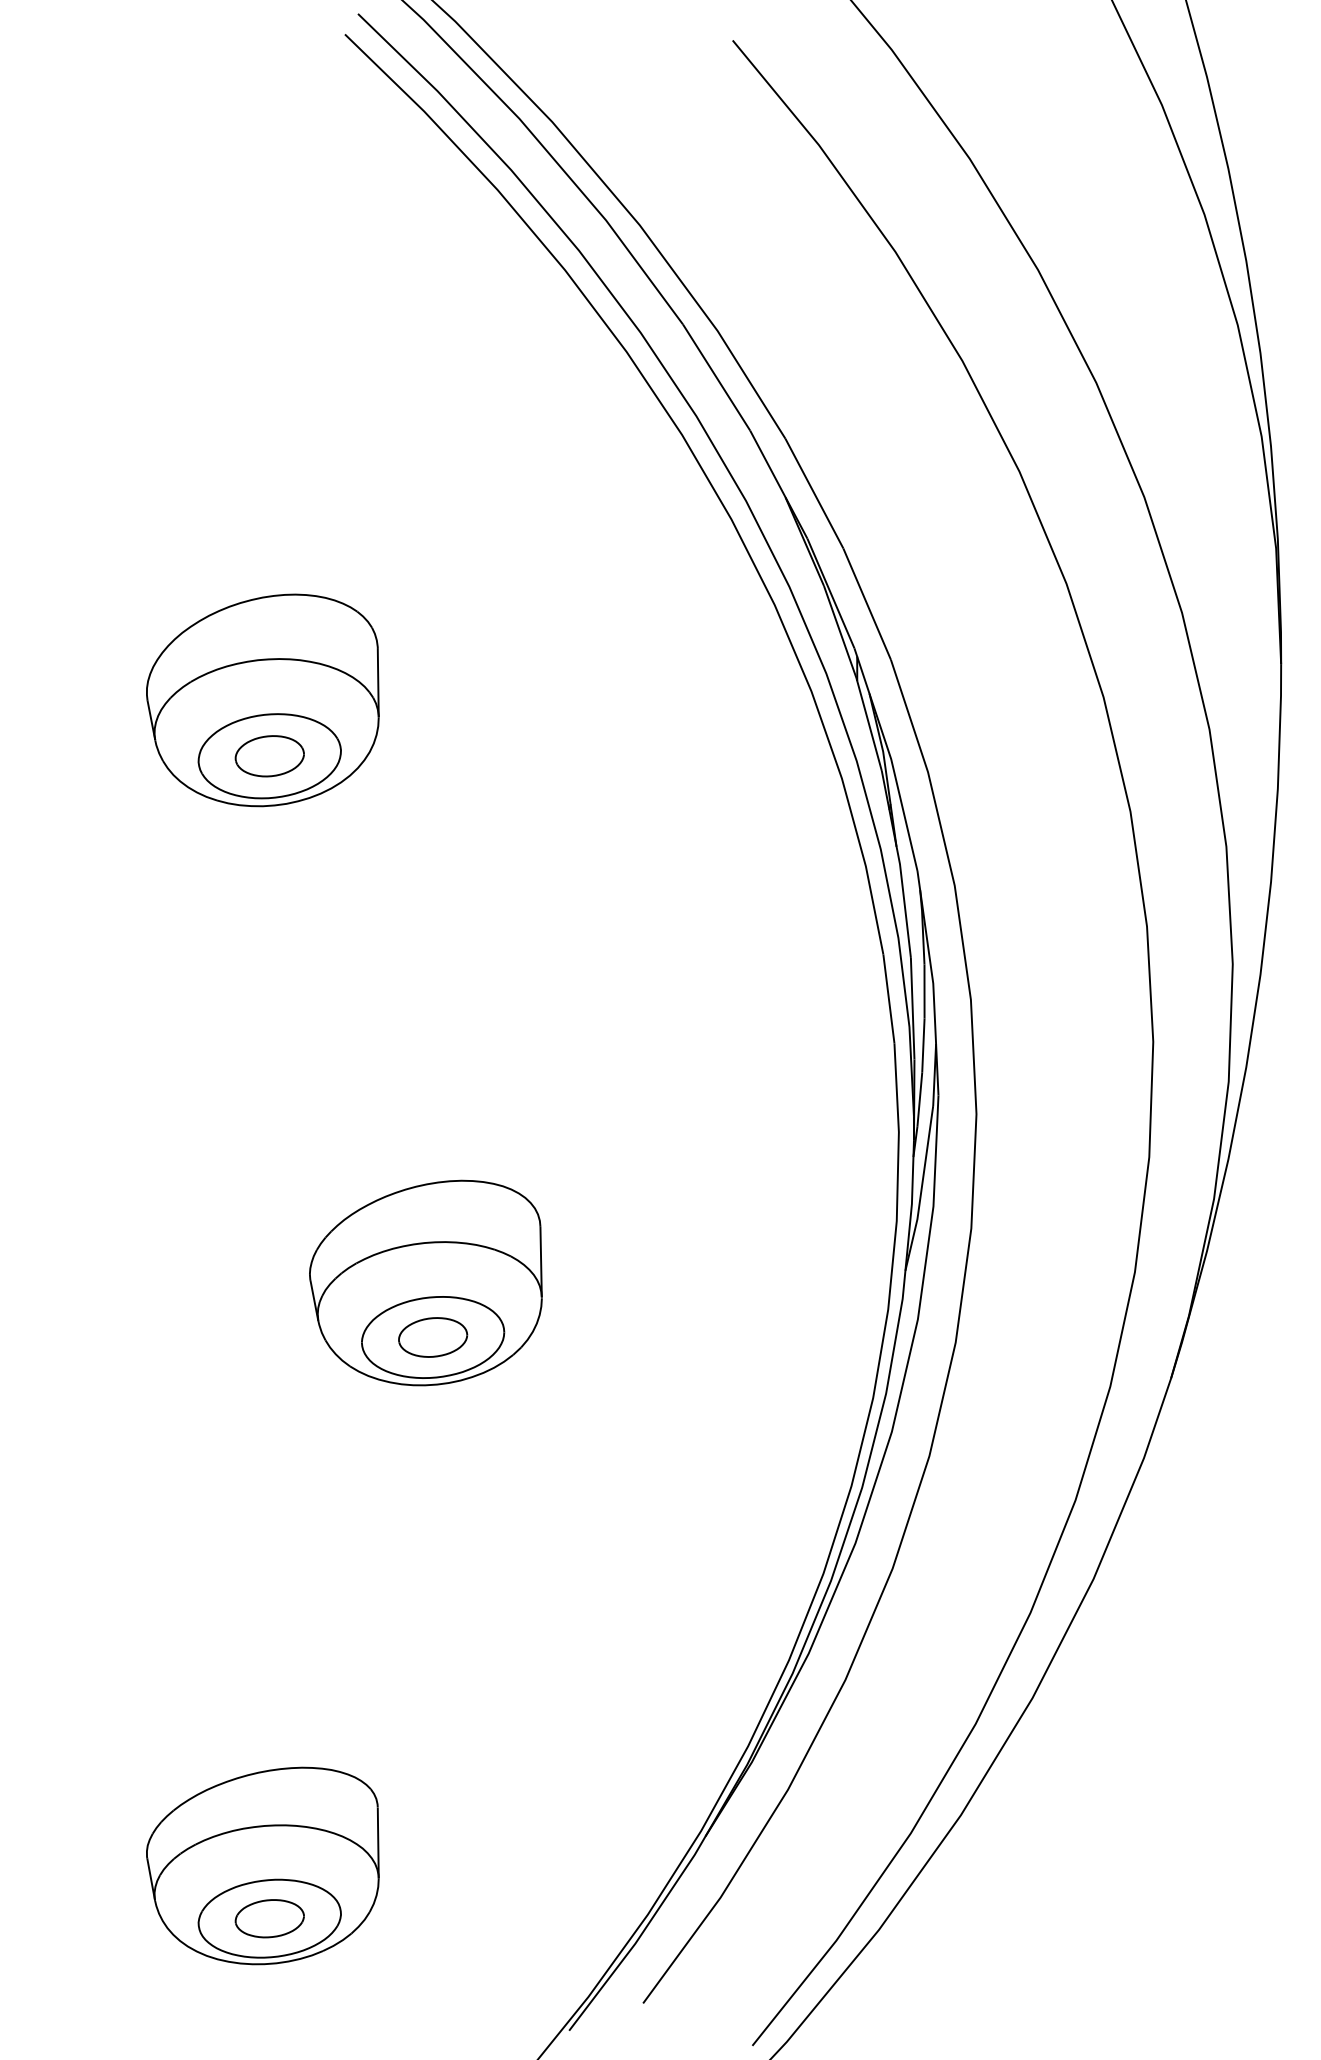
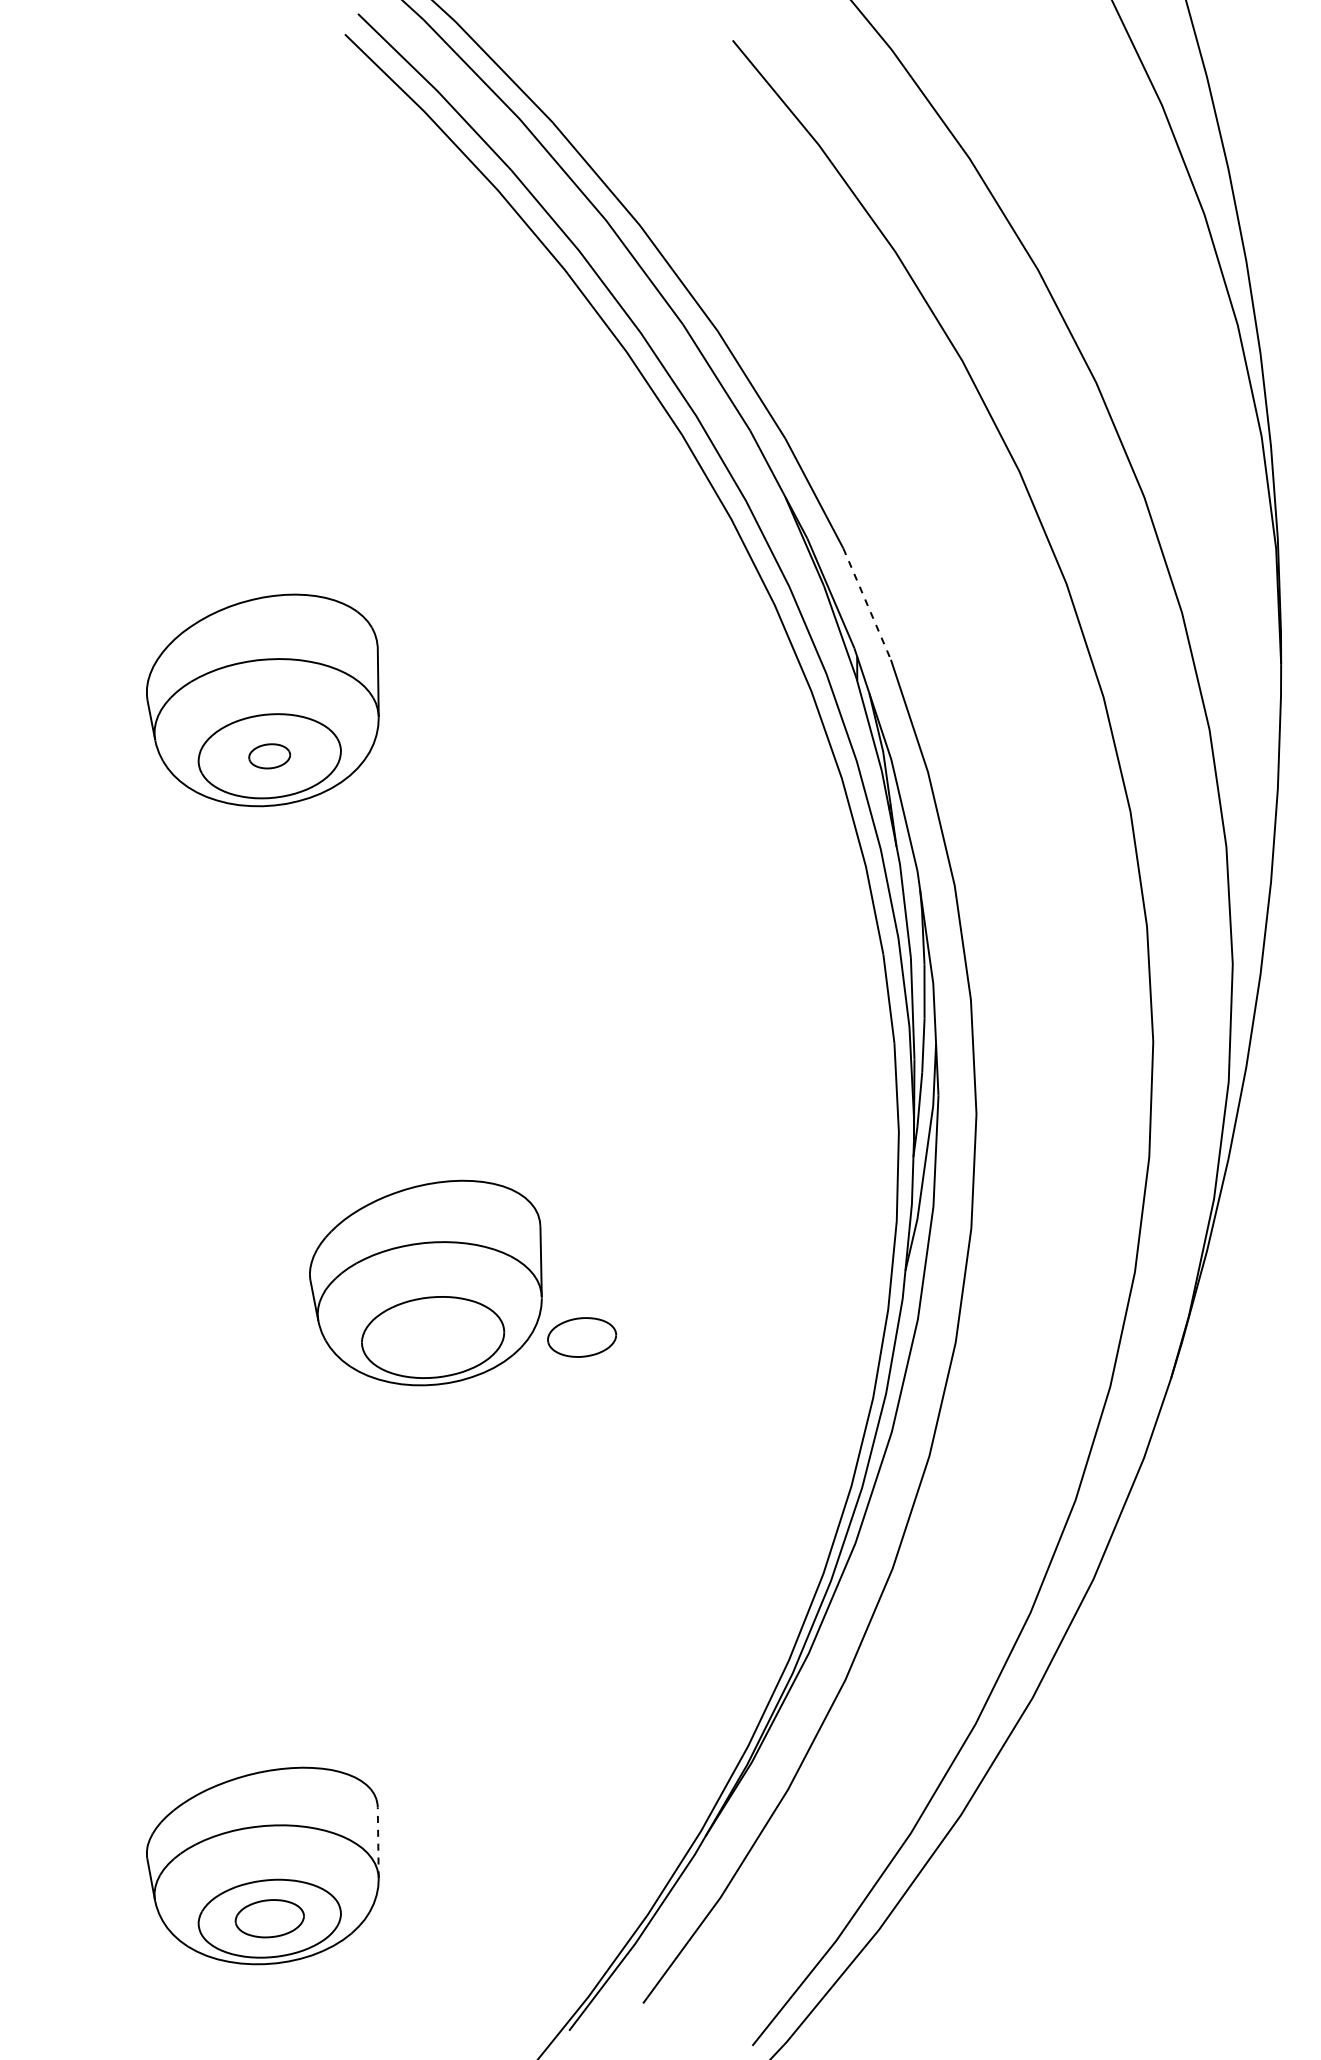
line at (867, 604): solid -> dashed
part at (269, 756) size: 71x43 px -> 44x27 px
part at (433, 1337) position: (433, 1337) -> (582, 1337)
line at (378, 1842): solid -> dashed
